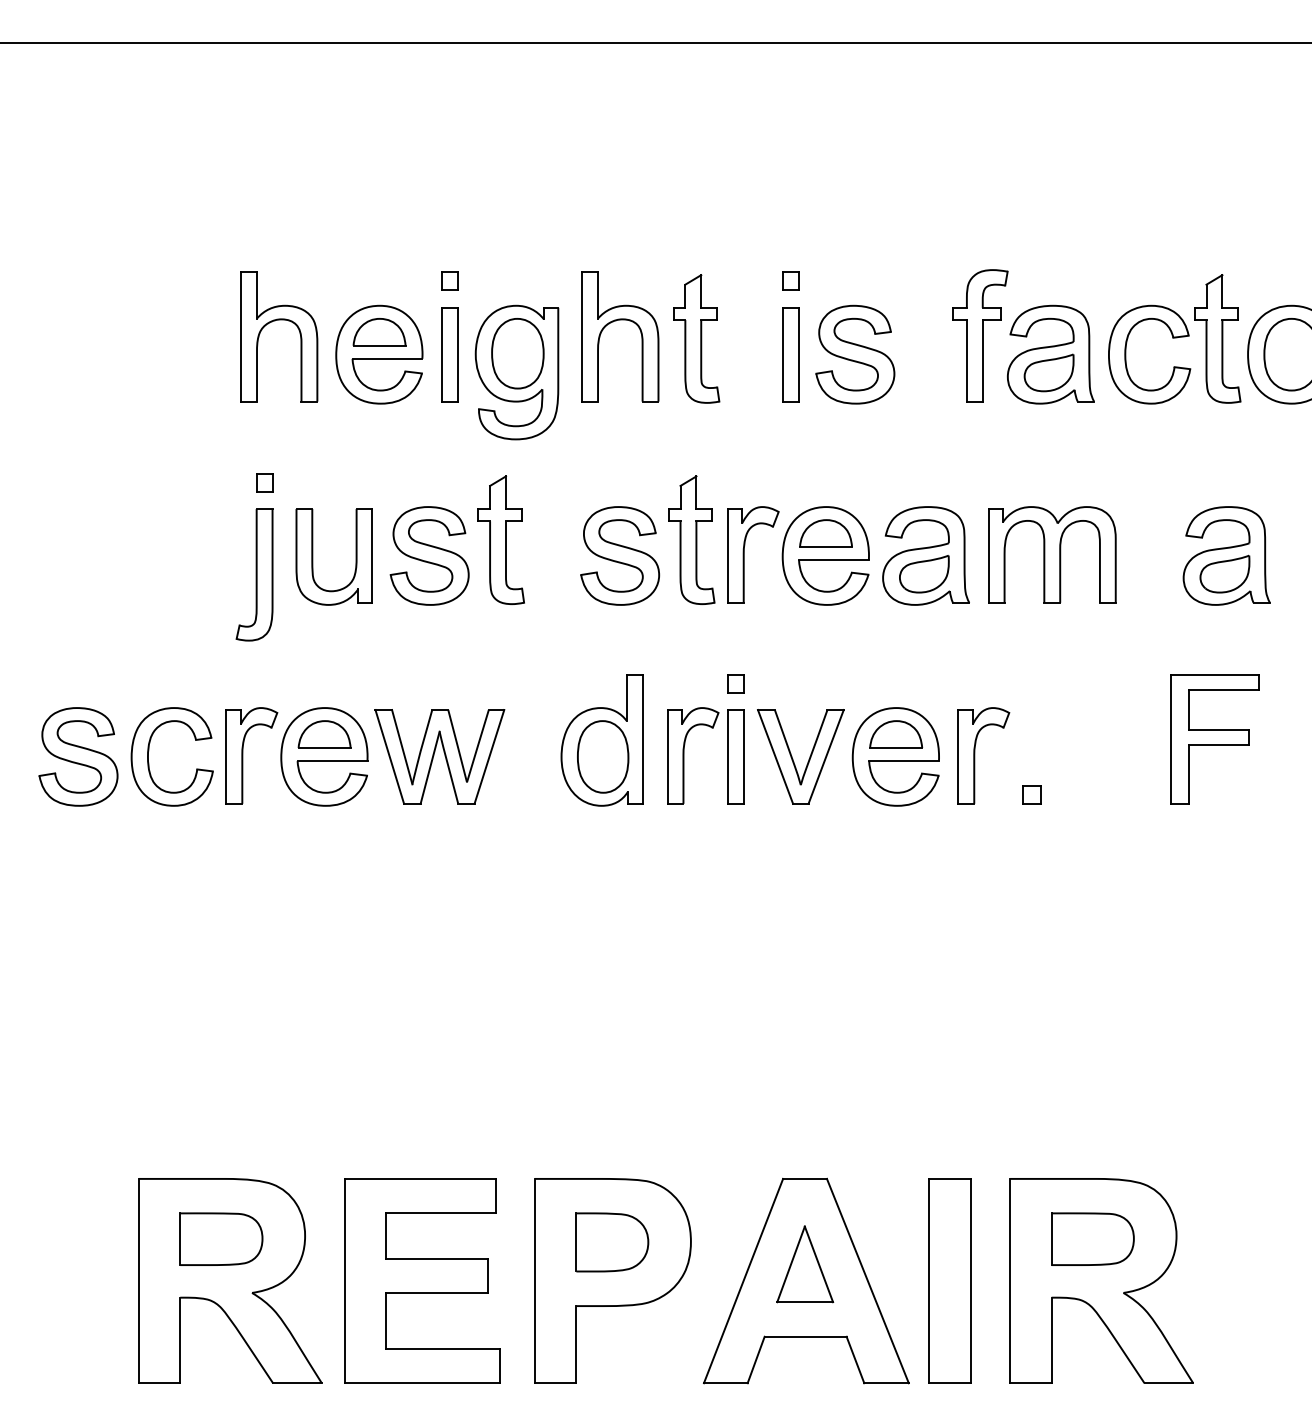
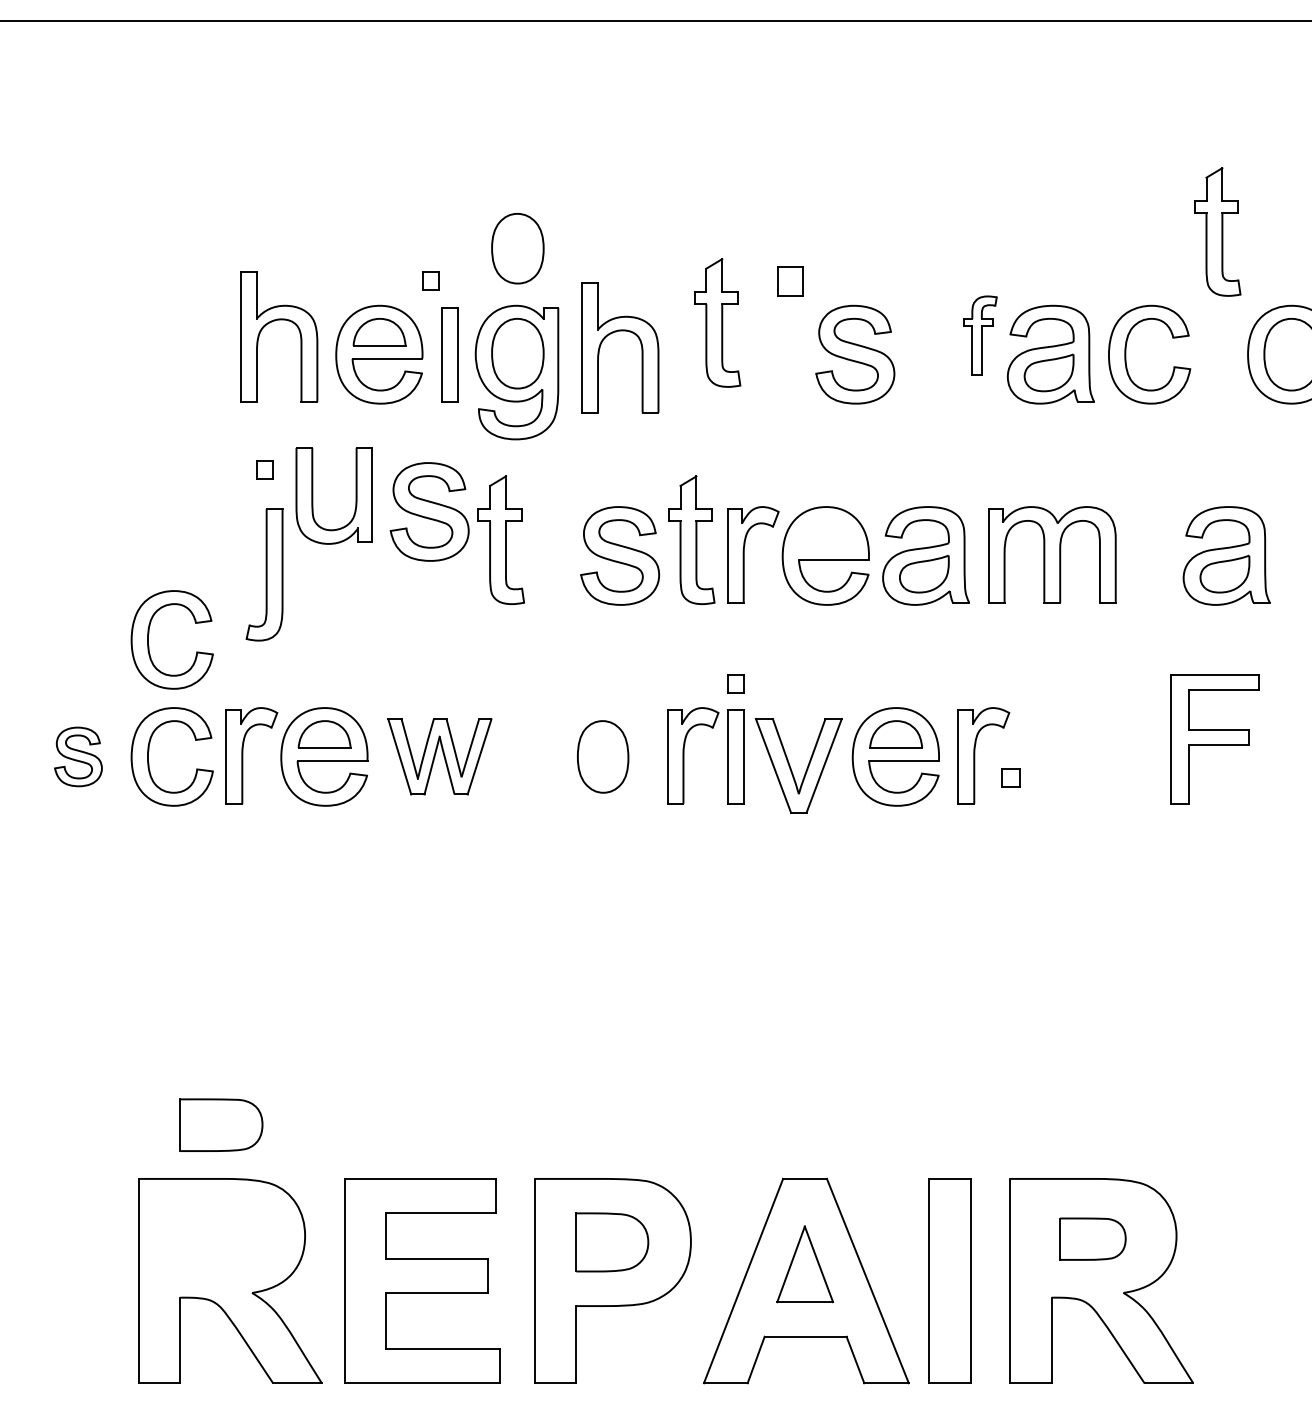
line at (655, 42) position: (655, 42) -> (655, 20)
part at (517, 248): none -> present
part at (449, 280) position: (449, 280) -> (430, 280)
part at (790, 280) size: 18x20 px -> 27x31 px
part at (616, 321) position: (616, 321) -> (616, 332)
part at (980, 335) size: 57x134 px -> 35x81 px
part at (696, 338) position: (696, 338) -> (717, 322)
part at (1217, 338) position: (1217, 338) -> (1217, 231)
part at (790, 354): present -> none
part at (264, 482) position: (264, 482) -> (264, 469)
part at (825, 533): present -> none
part at (429, 555) position: (429, 555) -> (429, 511)
part at (313, 556) position: (313, 556) -> (313, 495)
part at (254, 574) position: (254, 574) -> (264, 574)
part at (149, 633): none -> present
part at (601, 740): present -> none
part at (78, 756) size: 81x100 px -> 49x62 px
part at (439, 756) size: 132x96 px -> 106x78 px
part at (793, 759) position: (793, 759) -> (791, 768)
part at (1031, 794) position: (1031, 794) -> (1010, 777)
part at (221, 1238) position: (221, 1238) -> (221, 1124)
part at (1092, 1238) size: 84x54 px -> 68x44 px
